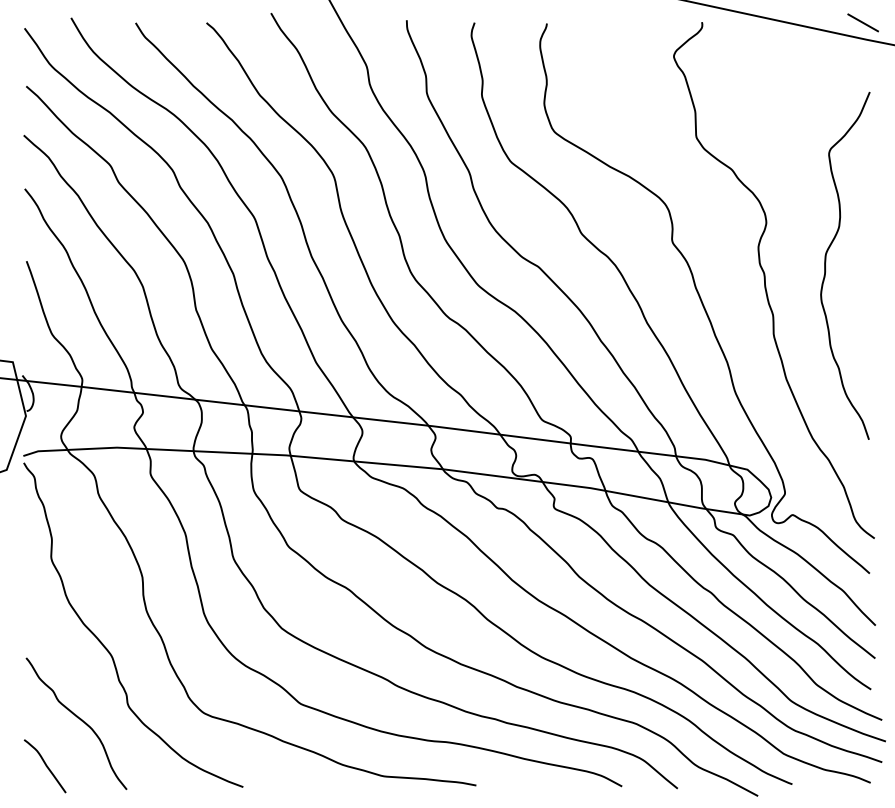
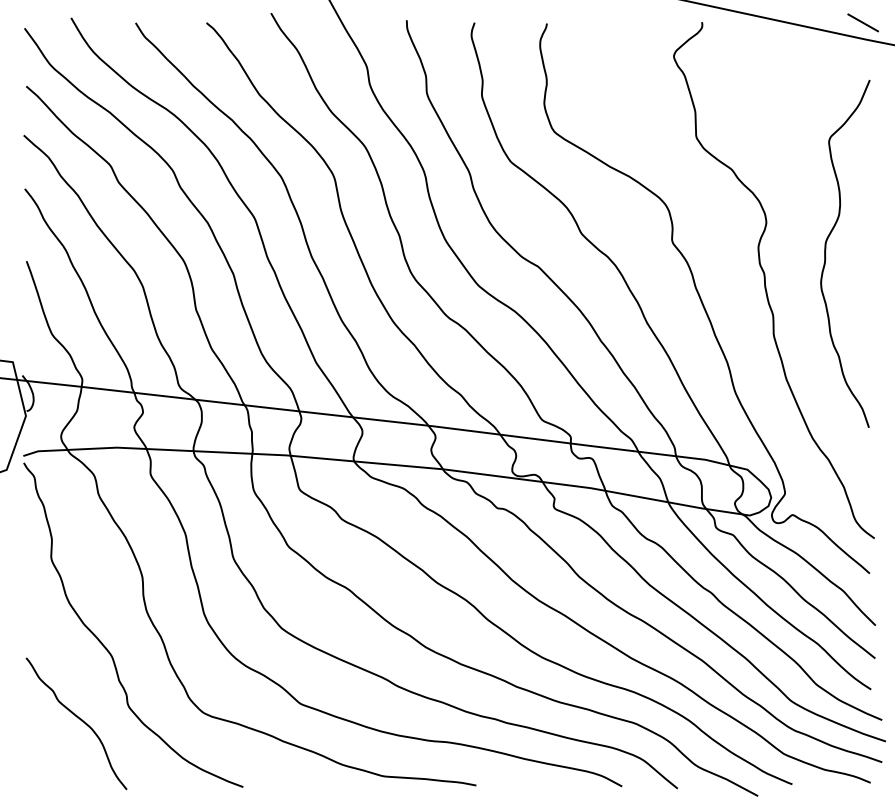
curve at (826, 262) position: (826, 262) -> (826, 250)
curve at (45, 766): present -> none
